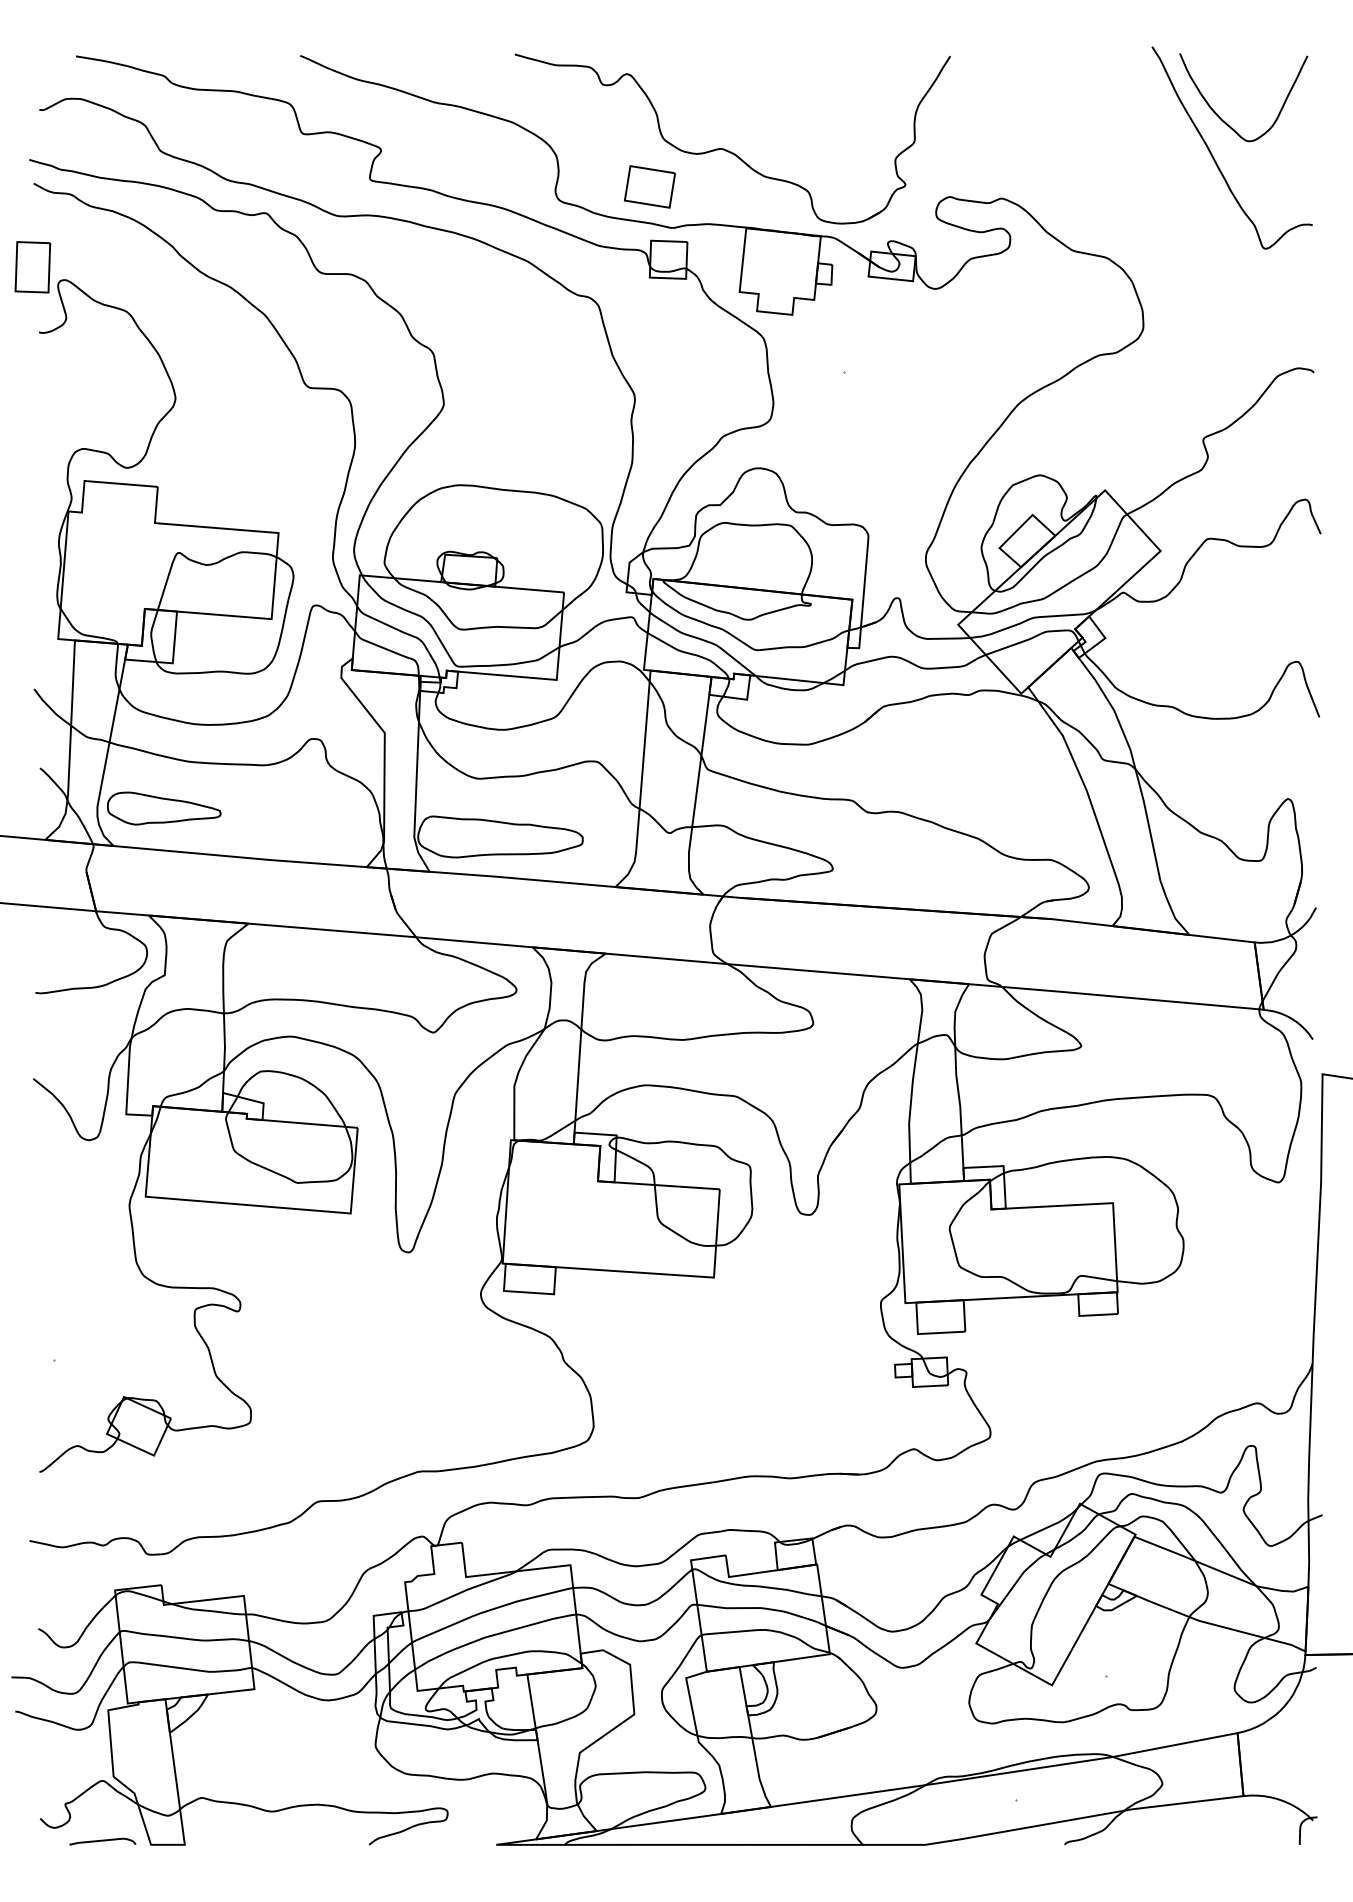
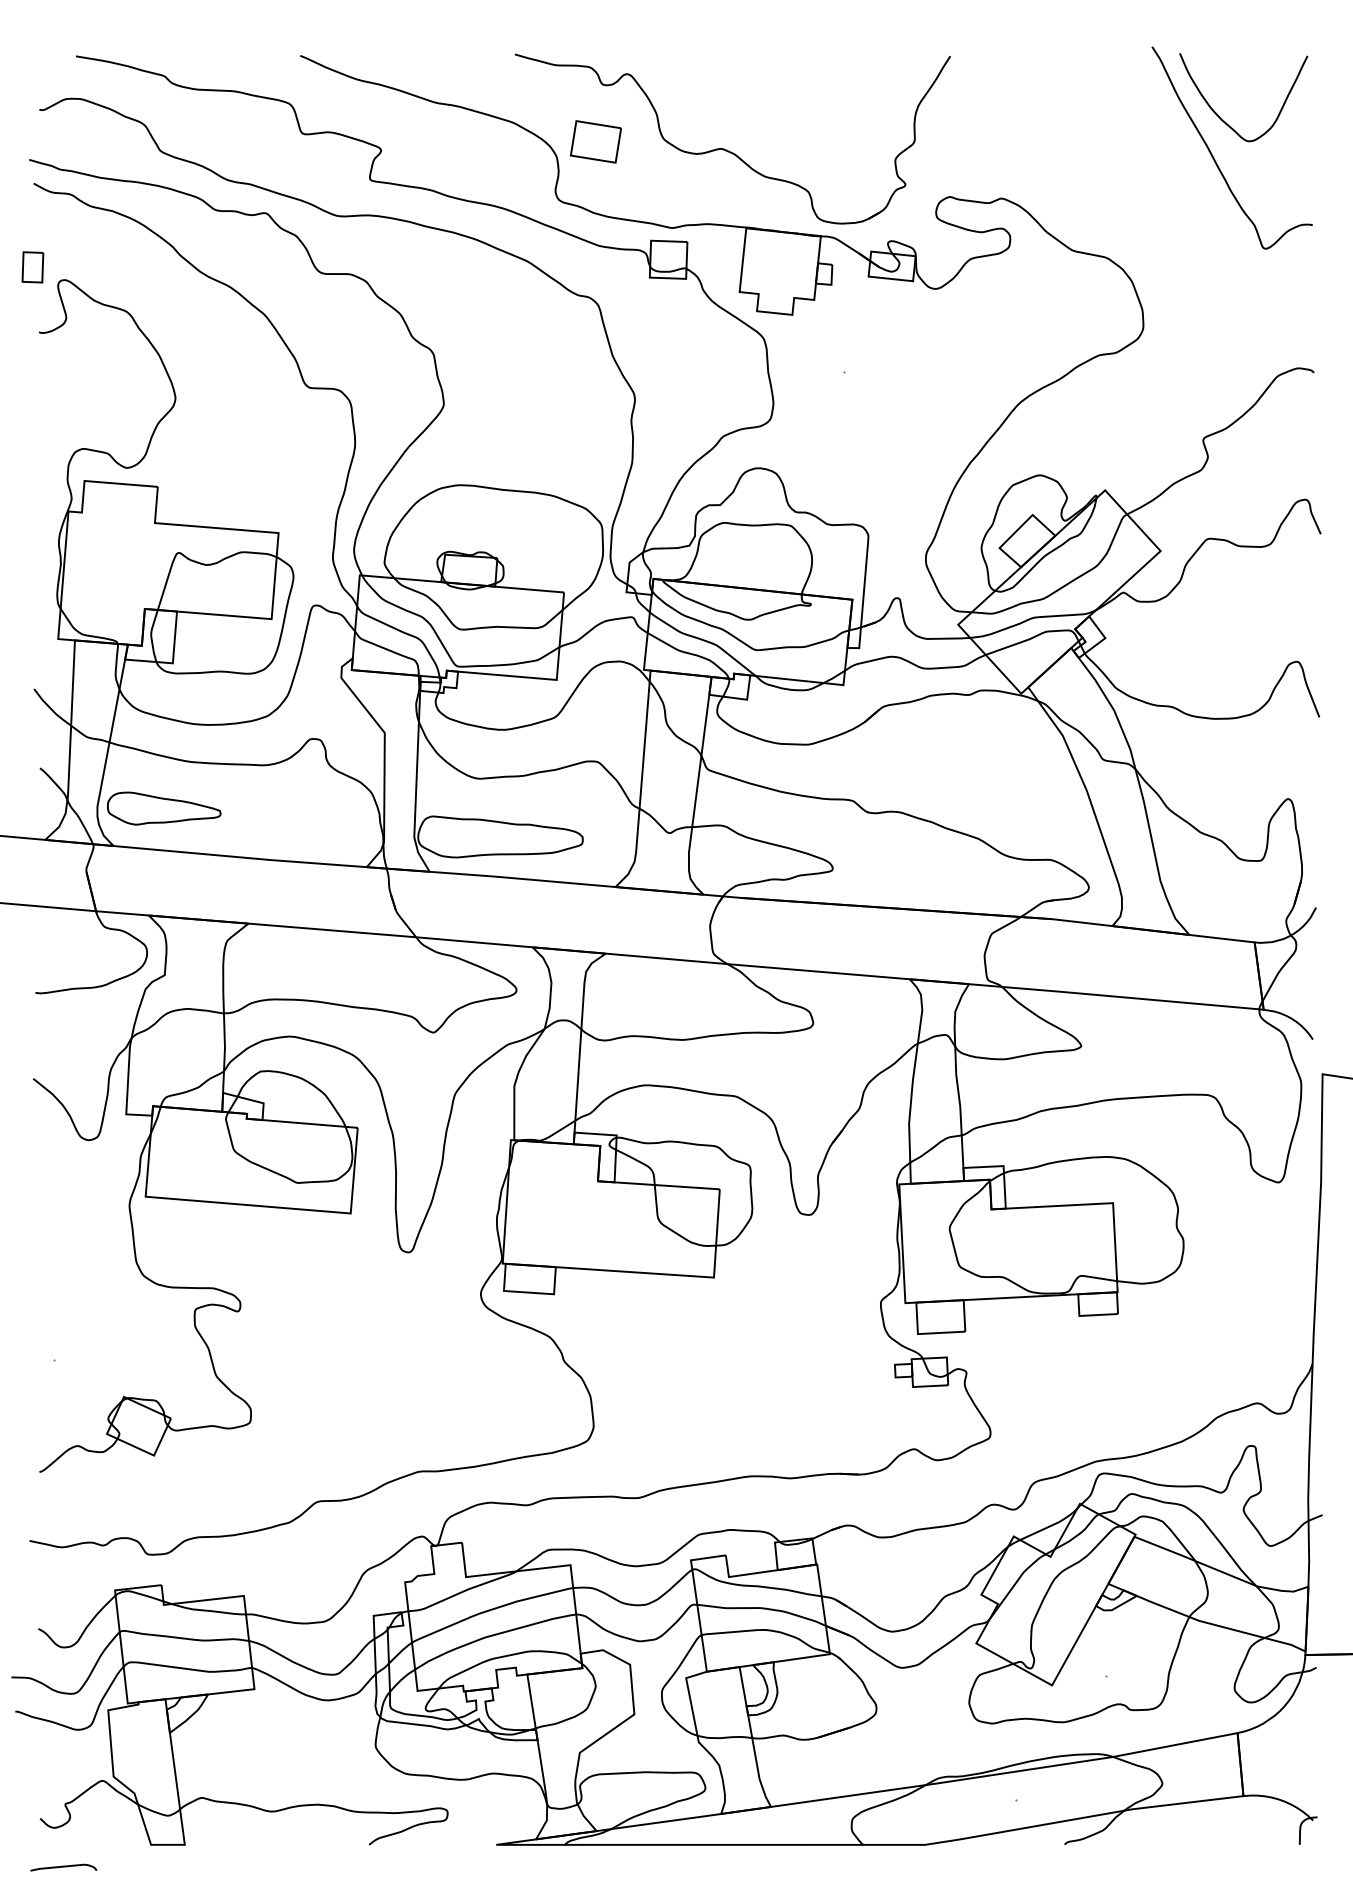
part at (649, 186) position: (649, 186) -> (595, 141)
part at (32, 267) size: 38x53 px -> 24x33 px
part at (102, 1841) position: (102, 1841) -> (63, 1867)
